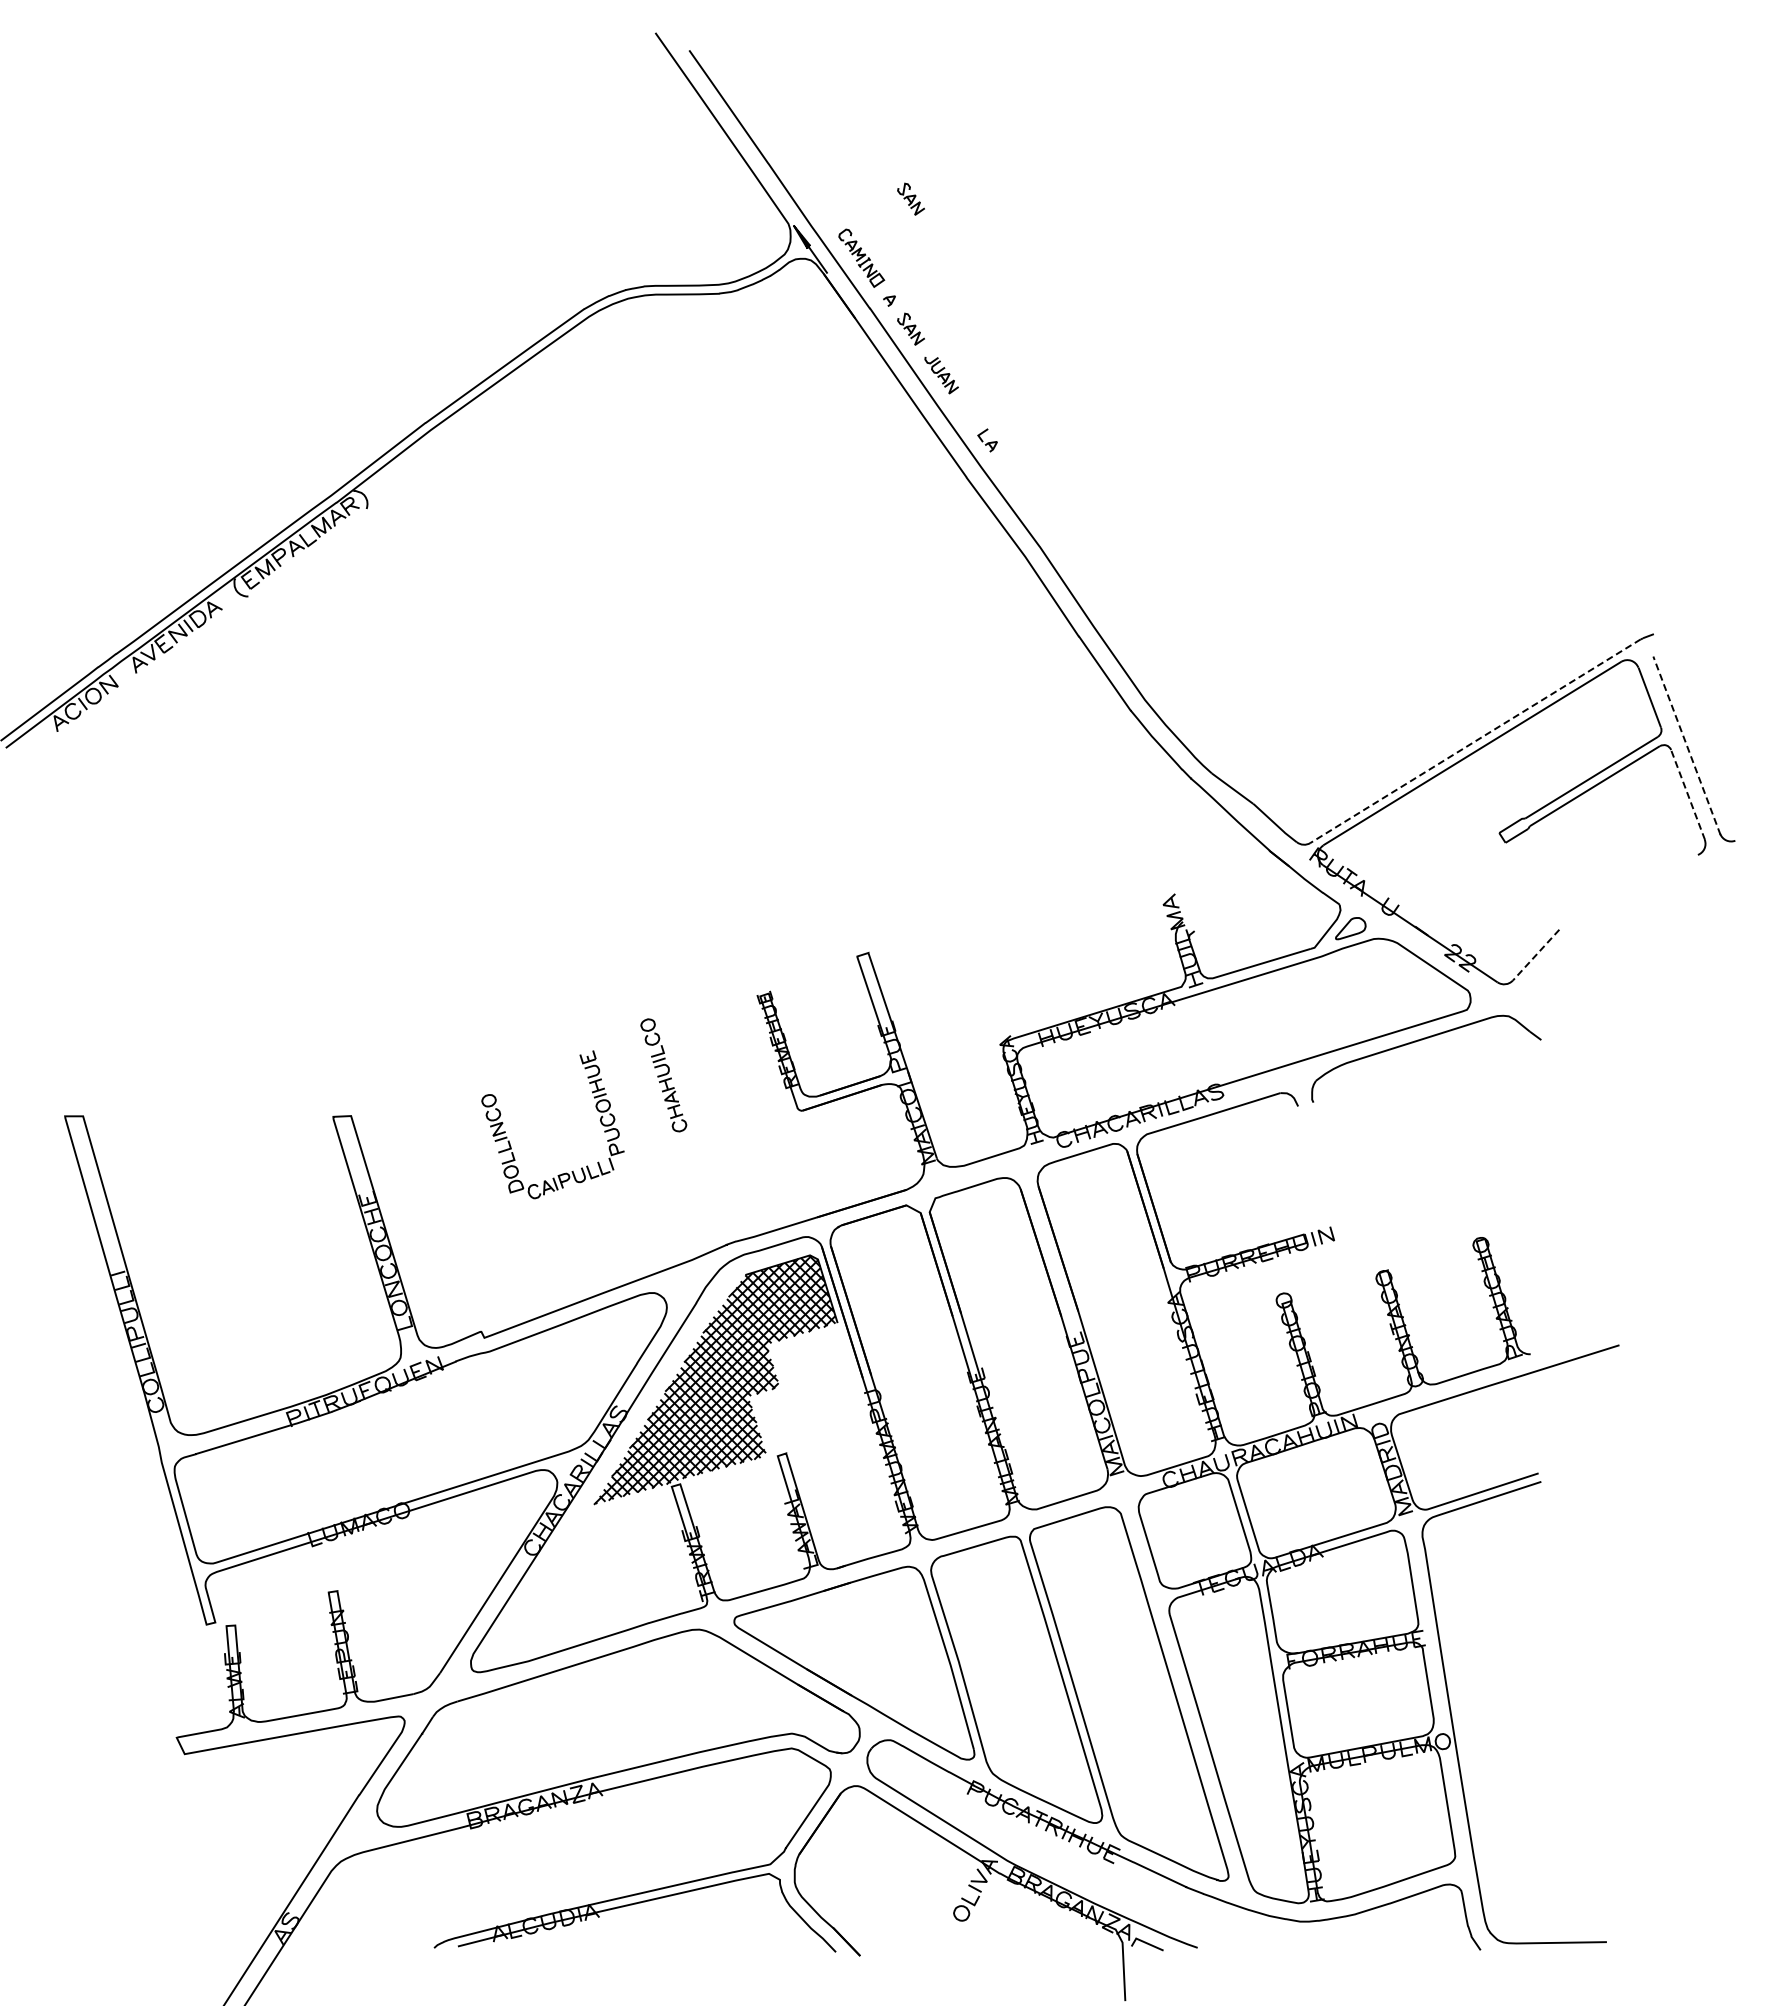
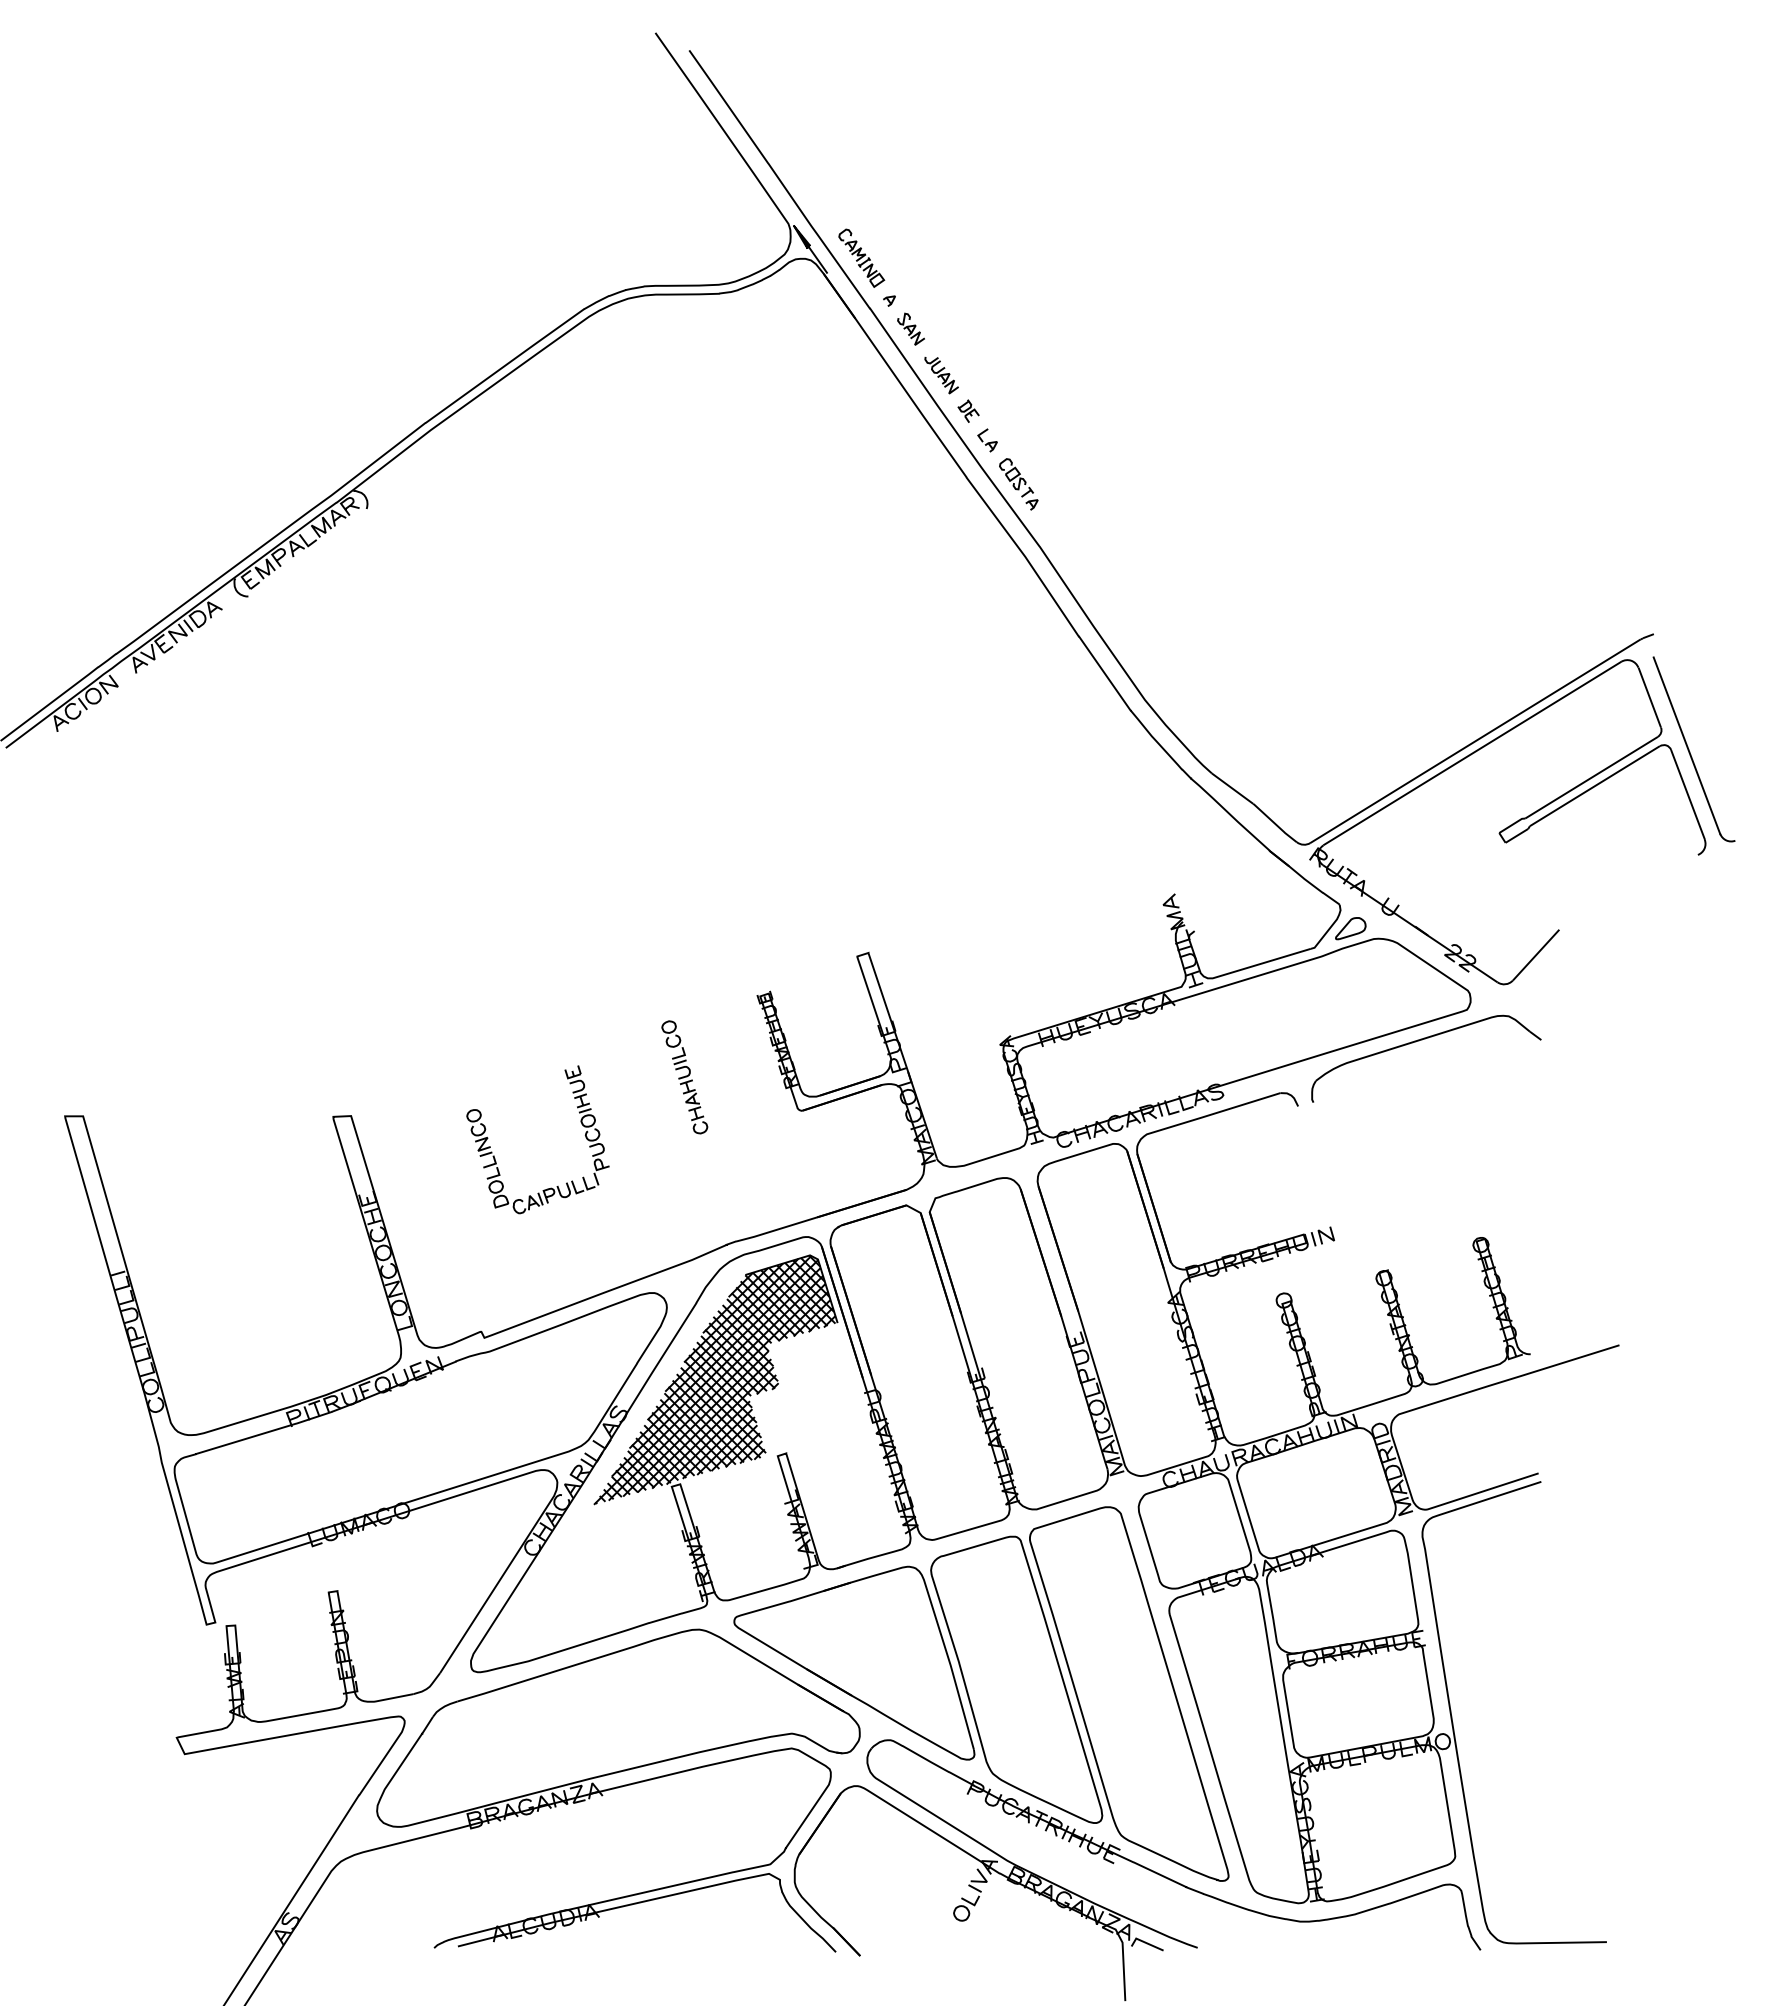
part at (910, 198): present -> none
part at (968, 410): none -> present
part at (1018, 484): none -> present
line at (1475, 741): dashed -> solid
line at (1686, 745): dashed -> solid
line at (1687, 794): dashed -> solid
line at (1535, 955): dashed -> solid
part at (663, 1075) position: (663, 1075) -> (684, 1077)
part at (509, 1140) position: (509, 1140) -> (494, 1155)
